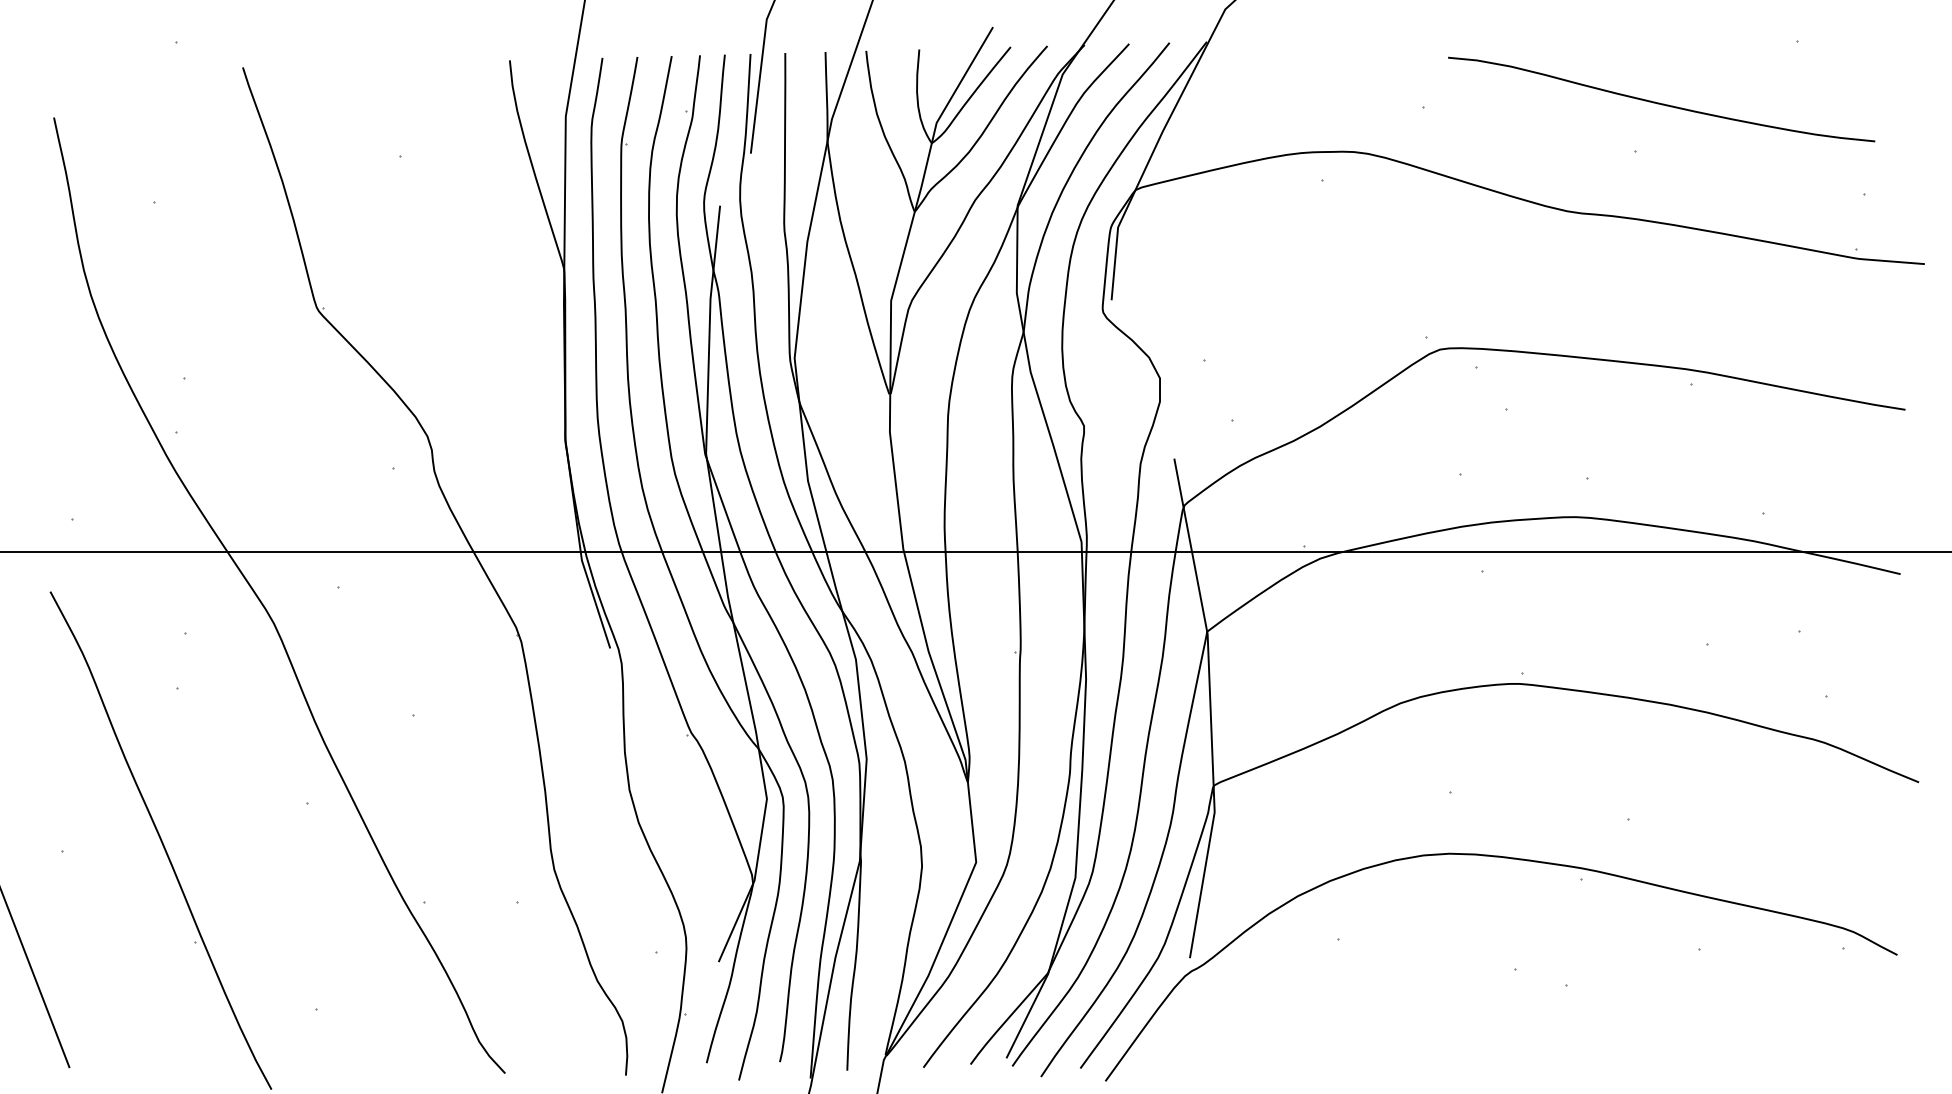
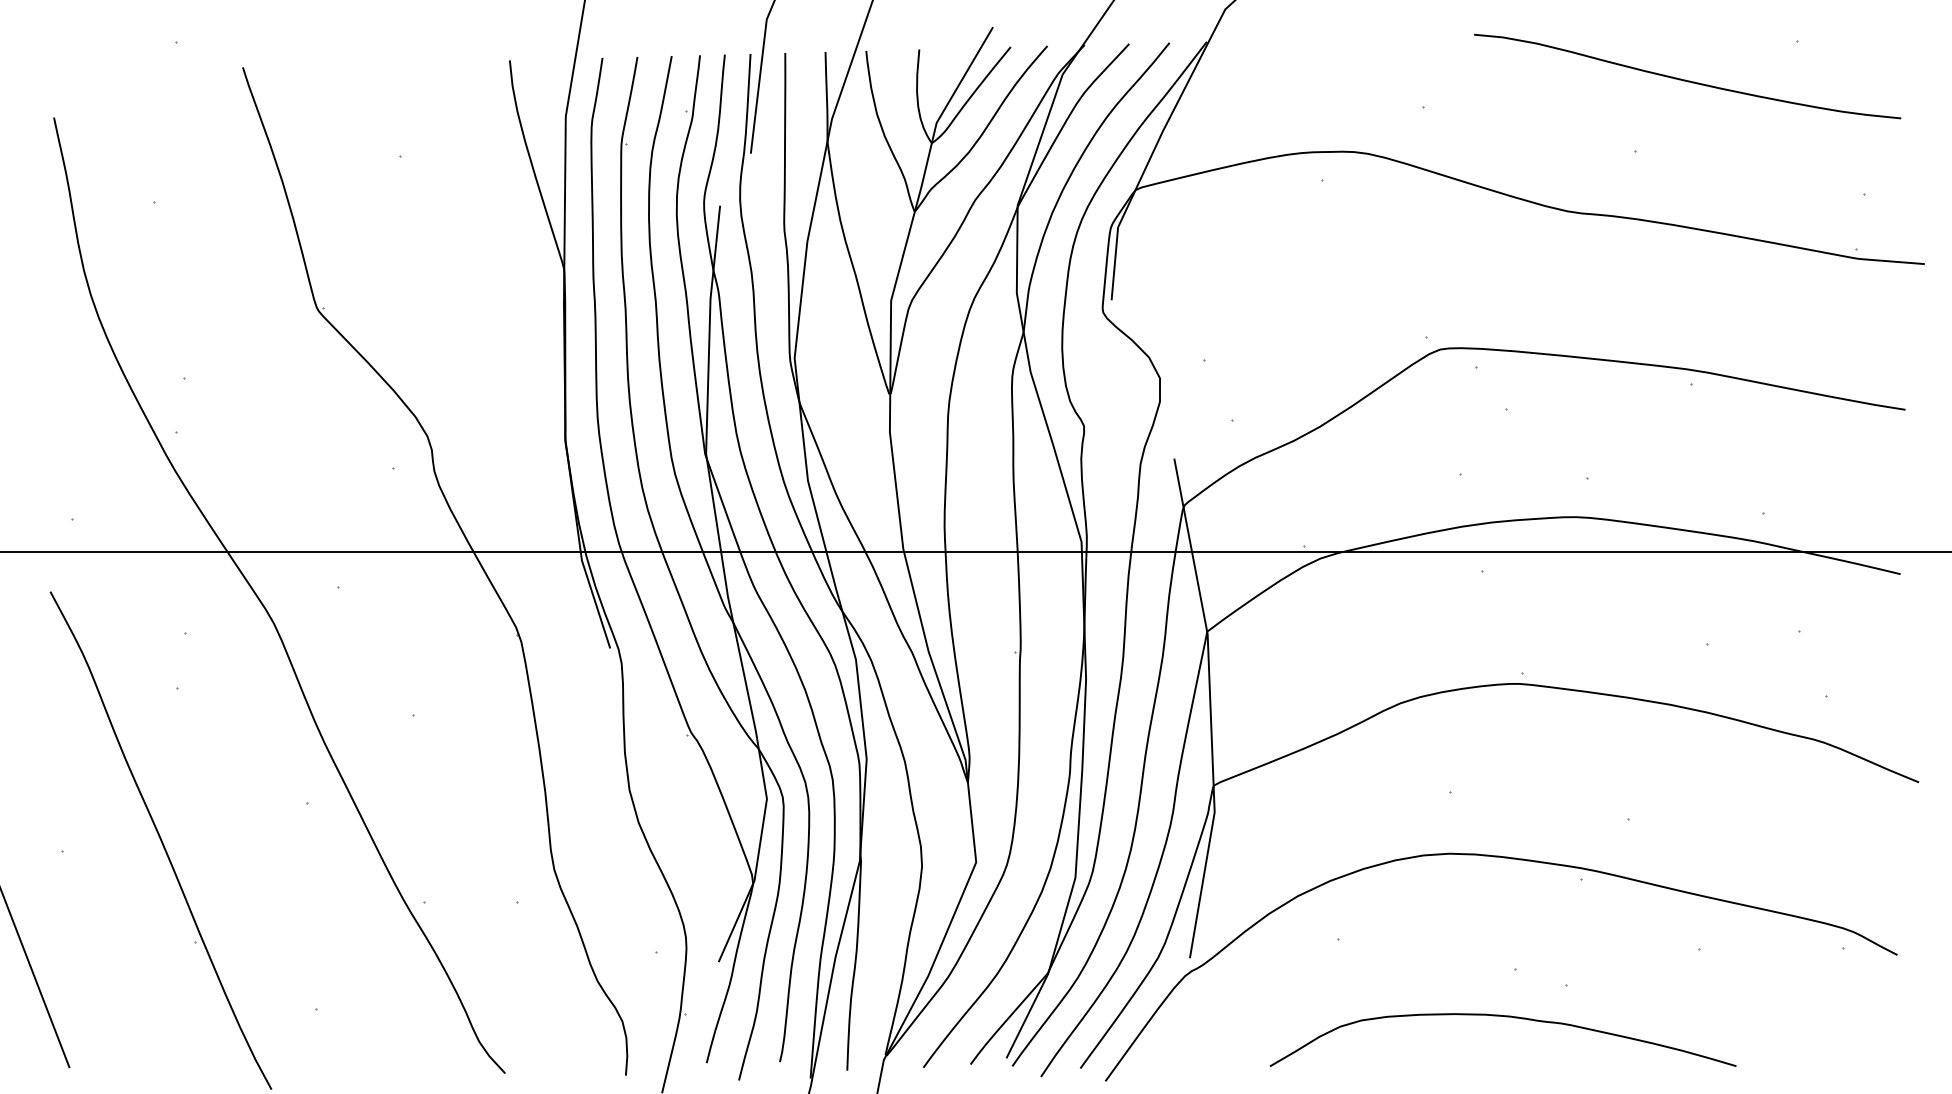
curve at (1659, 102) position: (1659, 102) -> (1685, 79)
curve at (1505, 1017): none -> present
